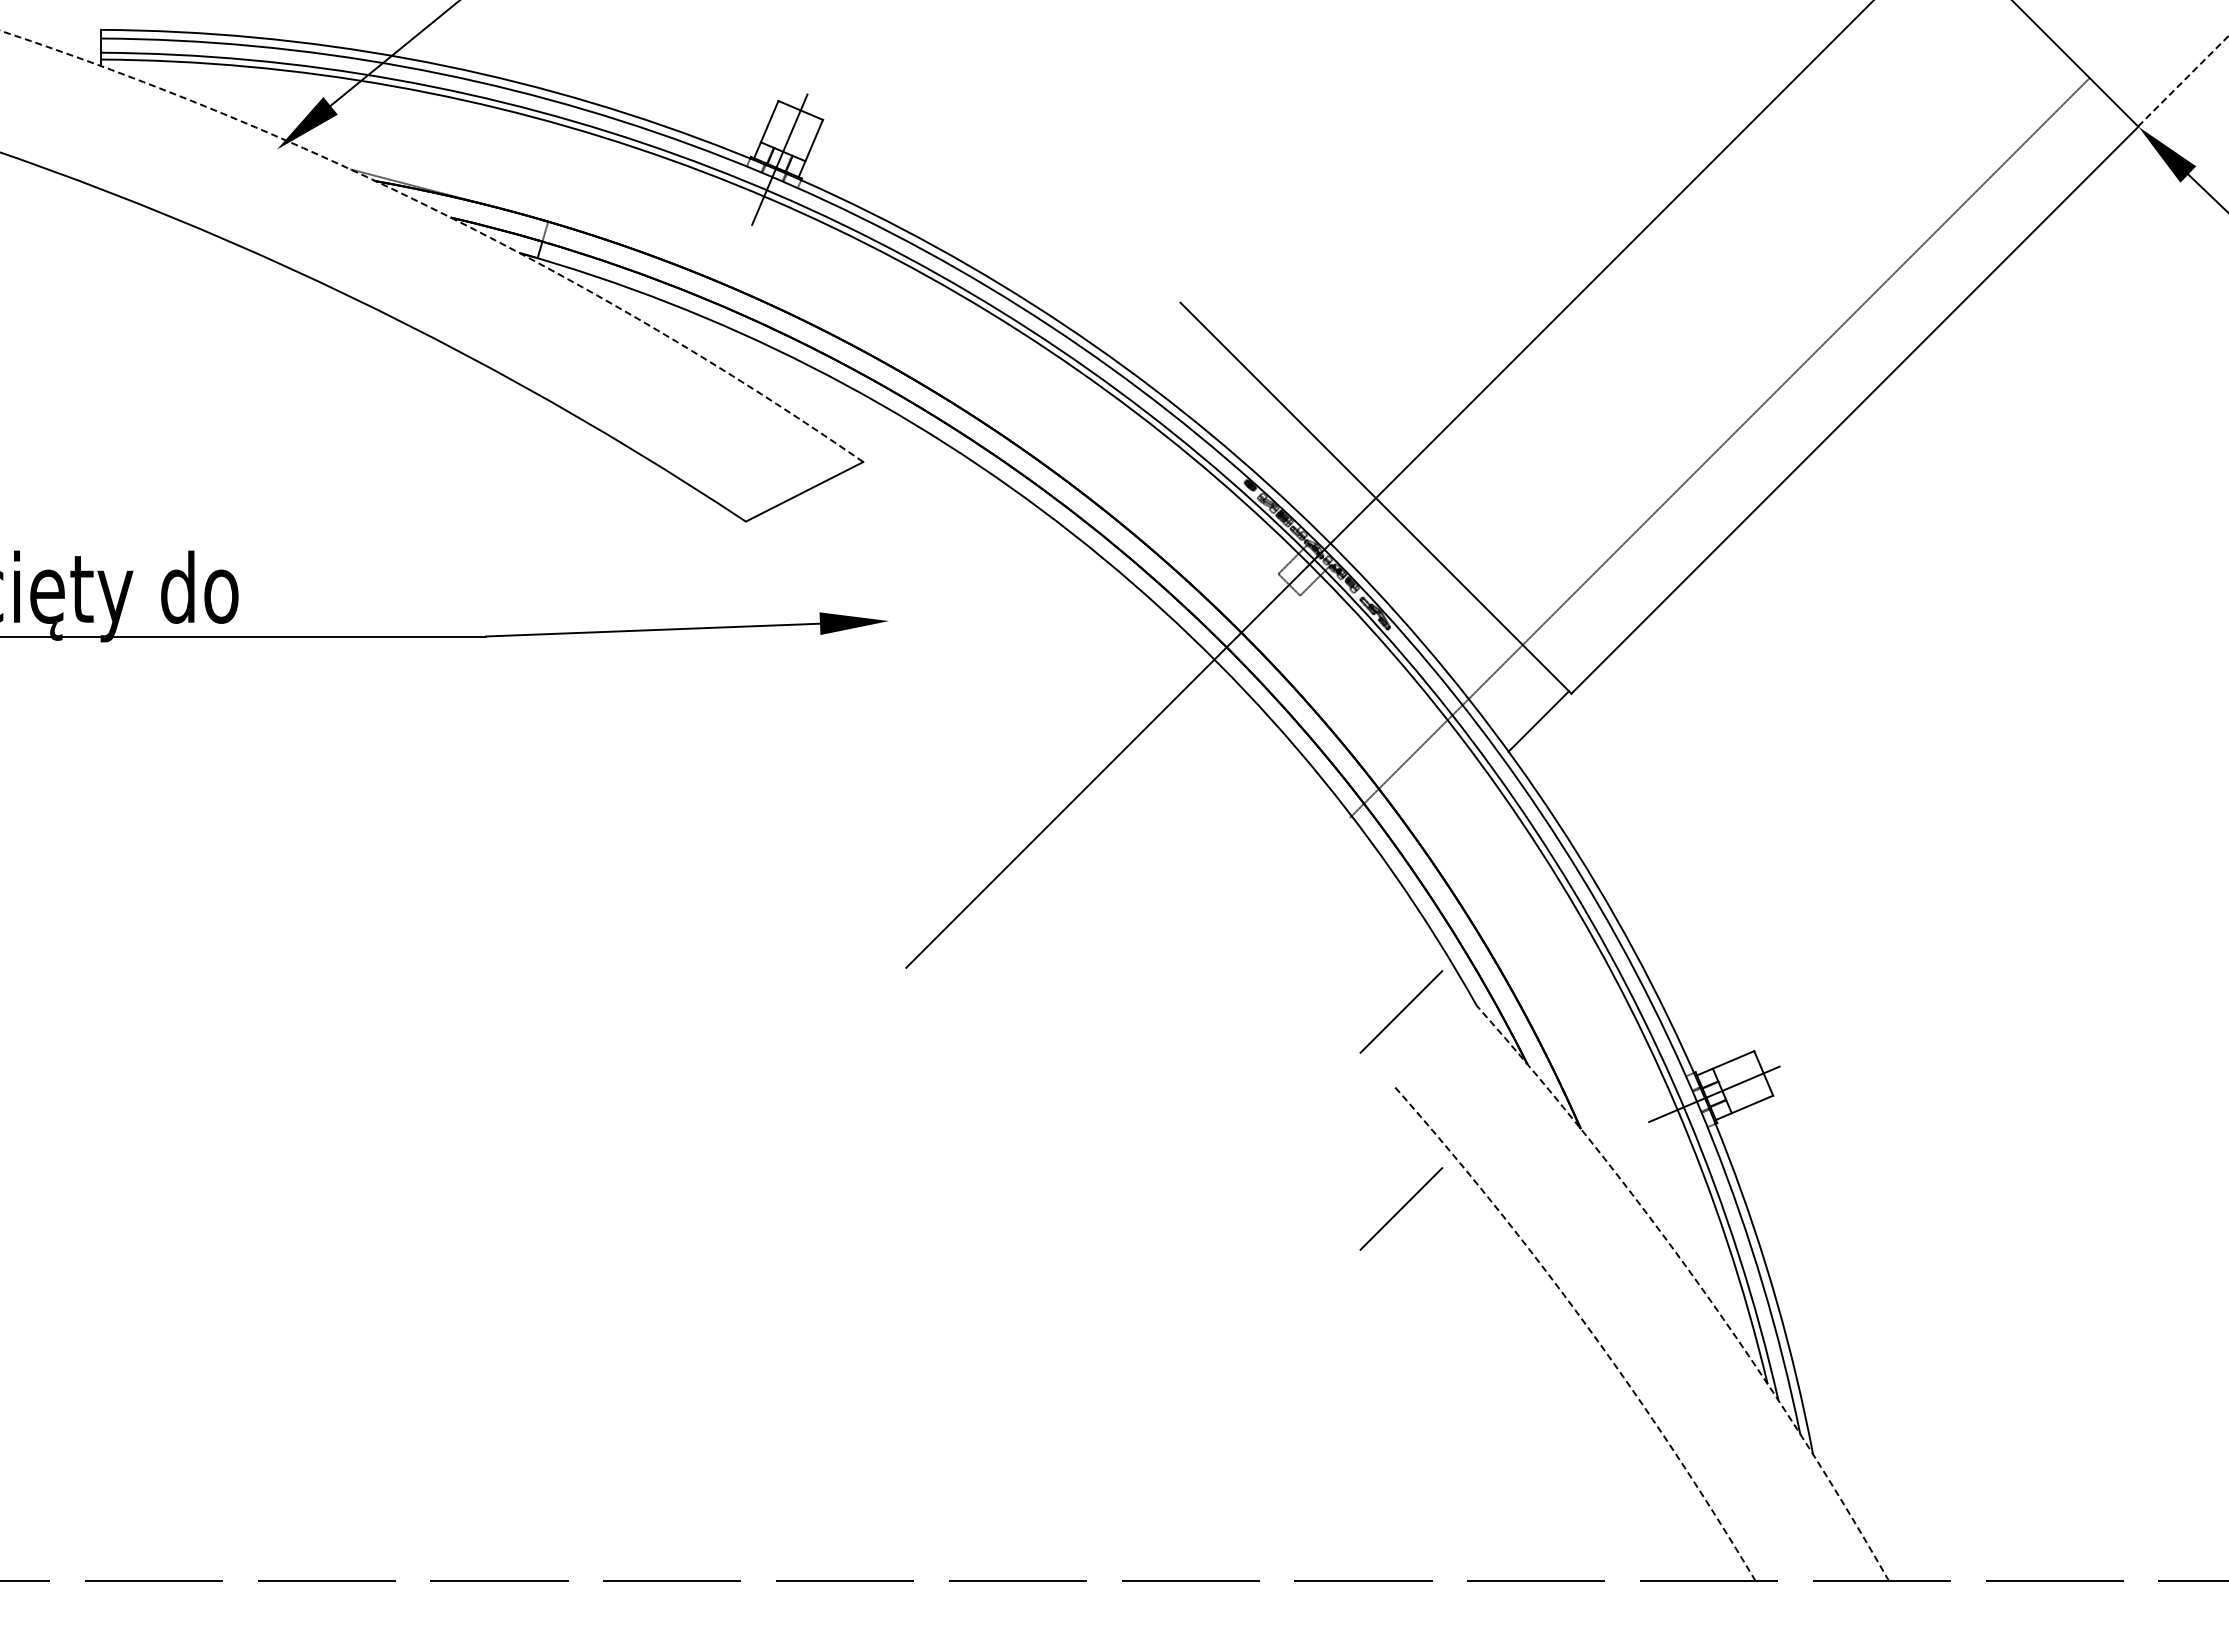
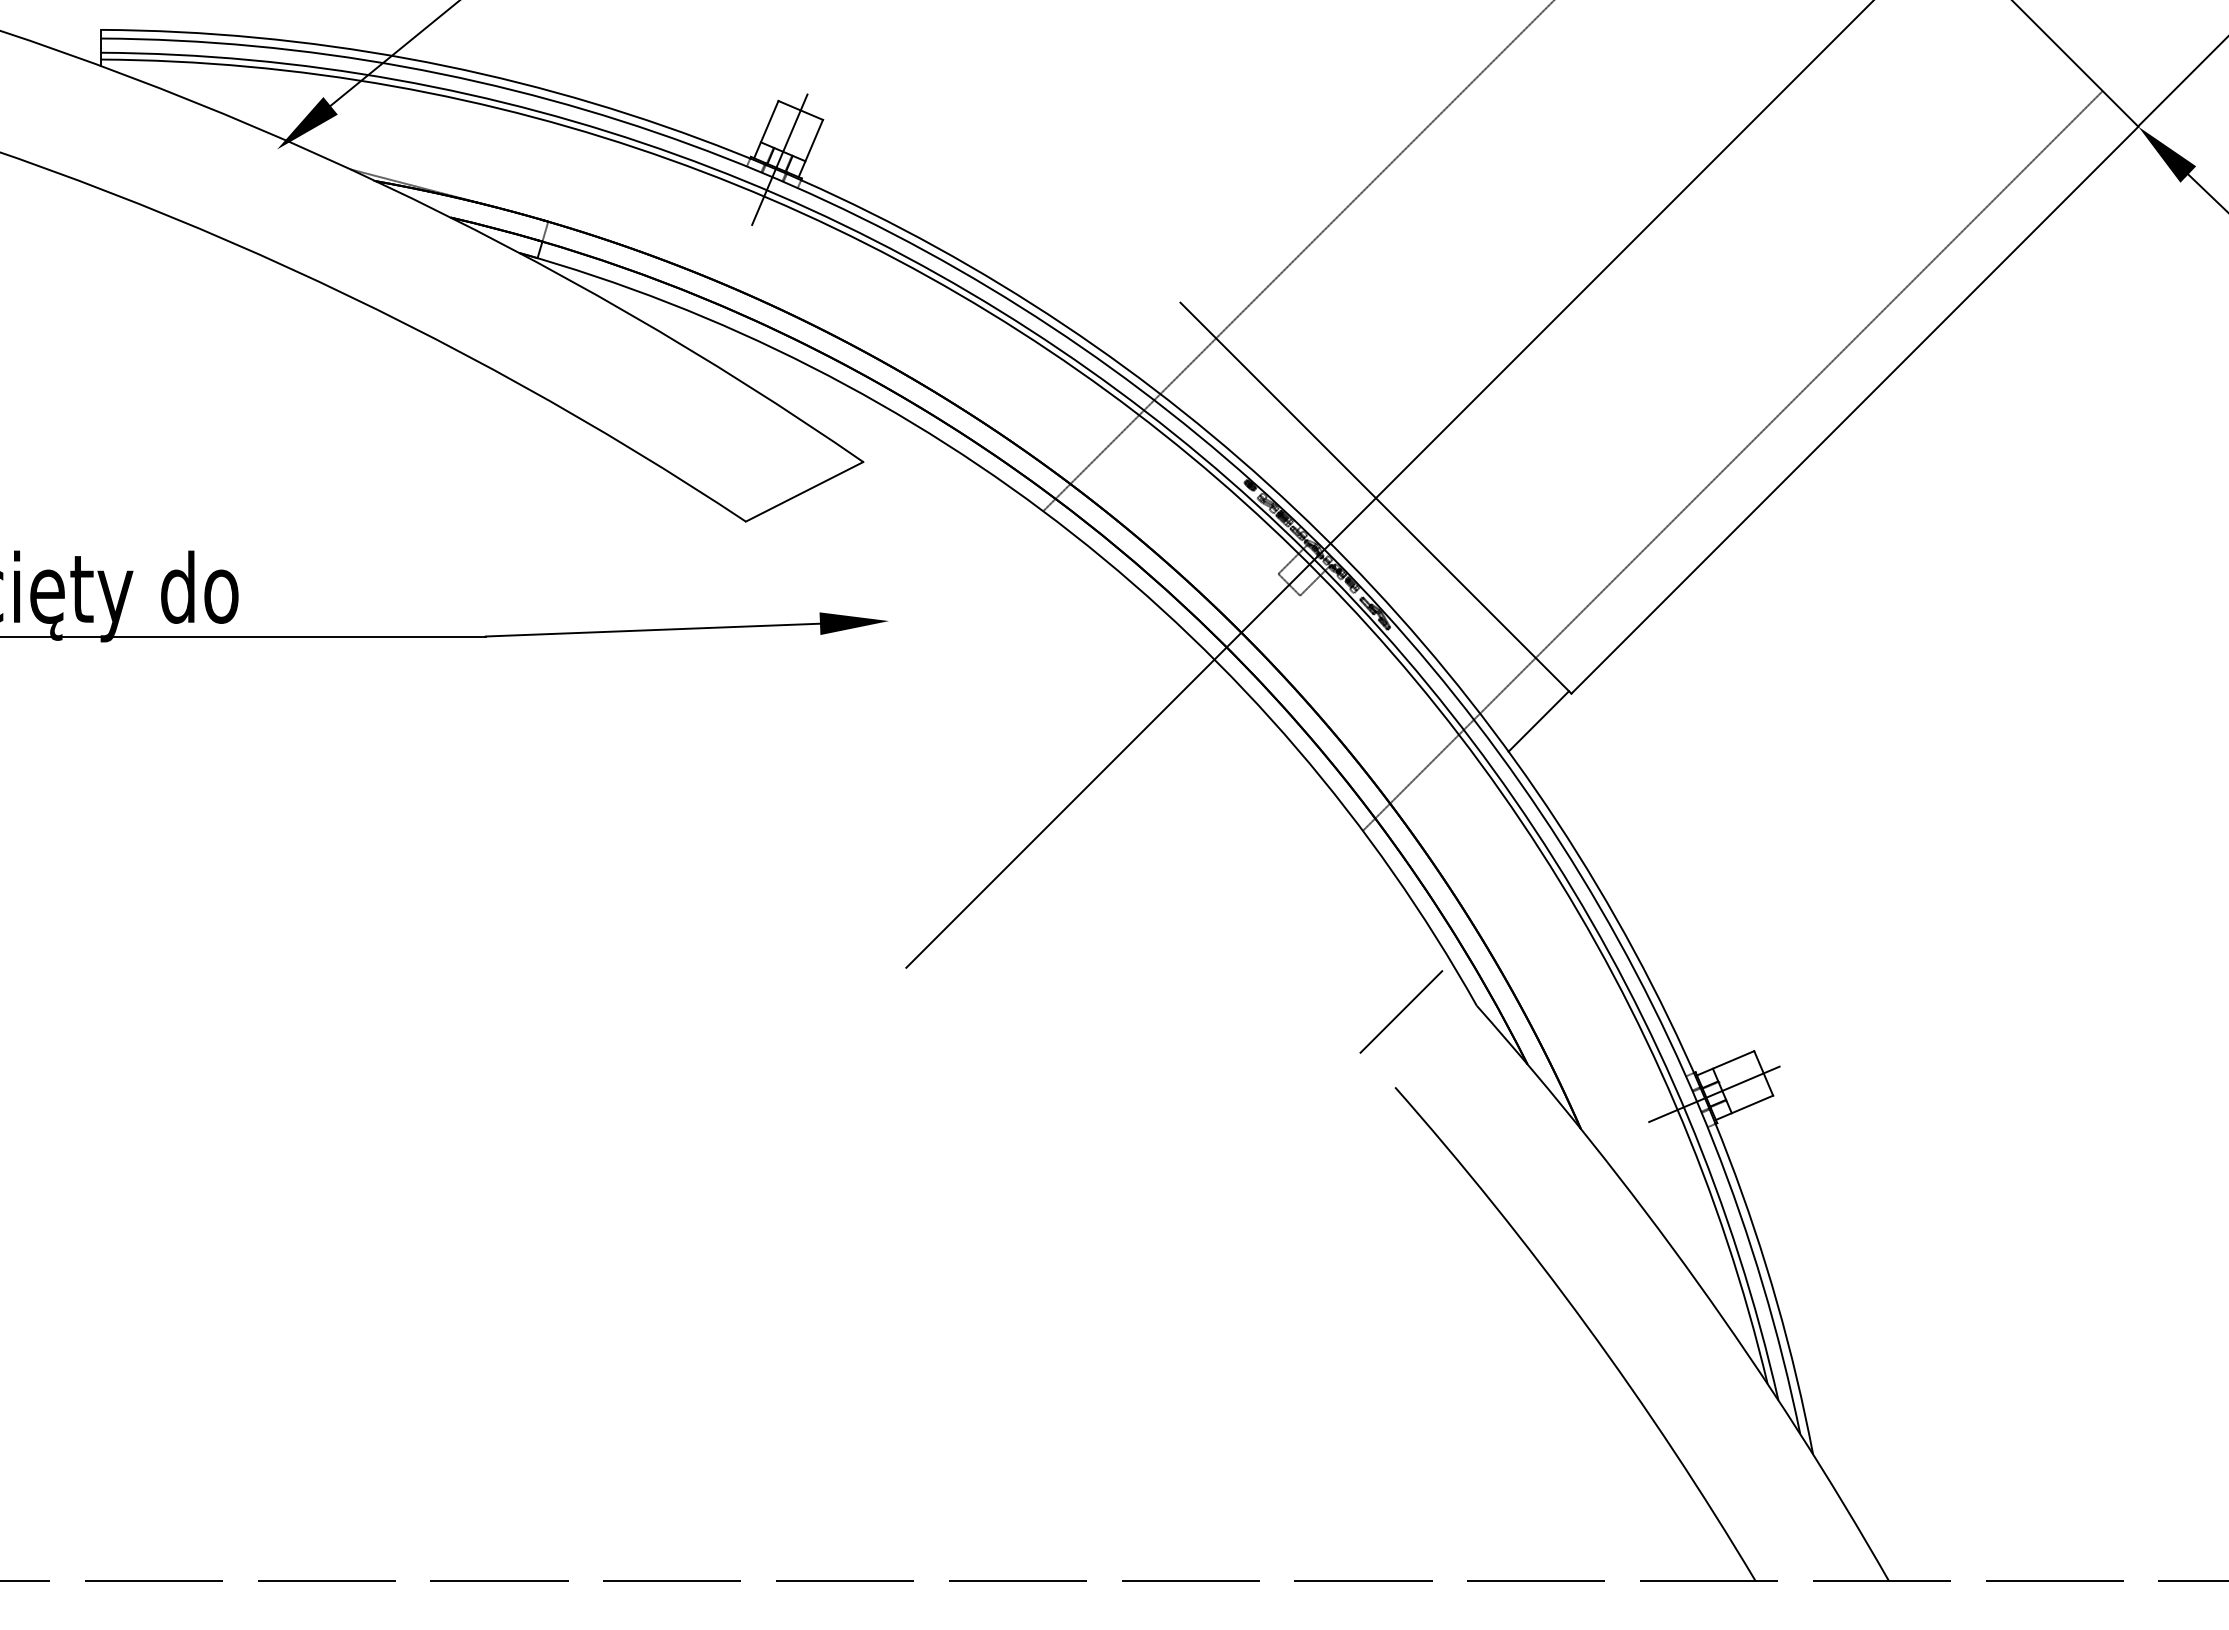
line at (2183, 81): dashed -> solid
arc at (445, 214): dashed -> solid
line at (1297, 256): none -> present
line at (1719, 447) position: (1719, 447) -> (1732, 460)
line at (1401, 1208): present -> none
arc at (1697, 1282): dashed -> solid
arc at (1586, 1325): dashed -> solid
